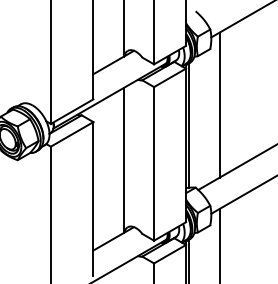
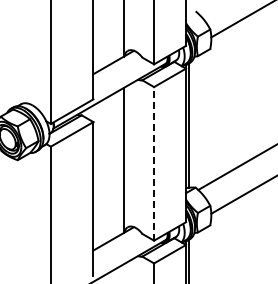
line at (219, 104): present -> none
line at (154, 163): solid -> dashed
line at (219, 244): present -> none
